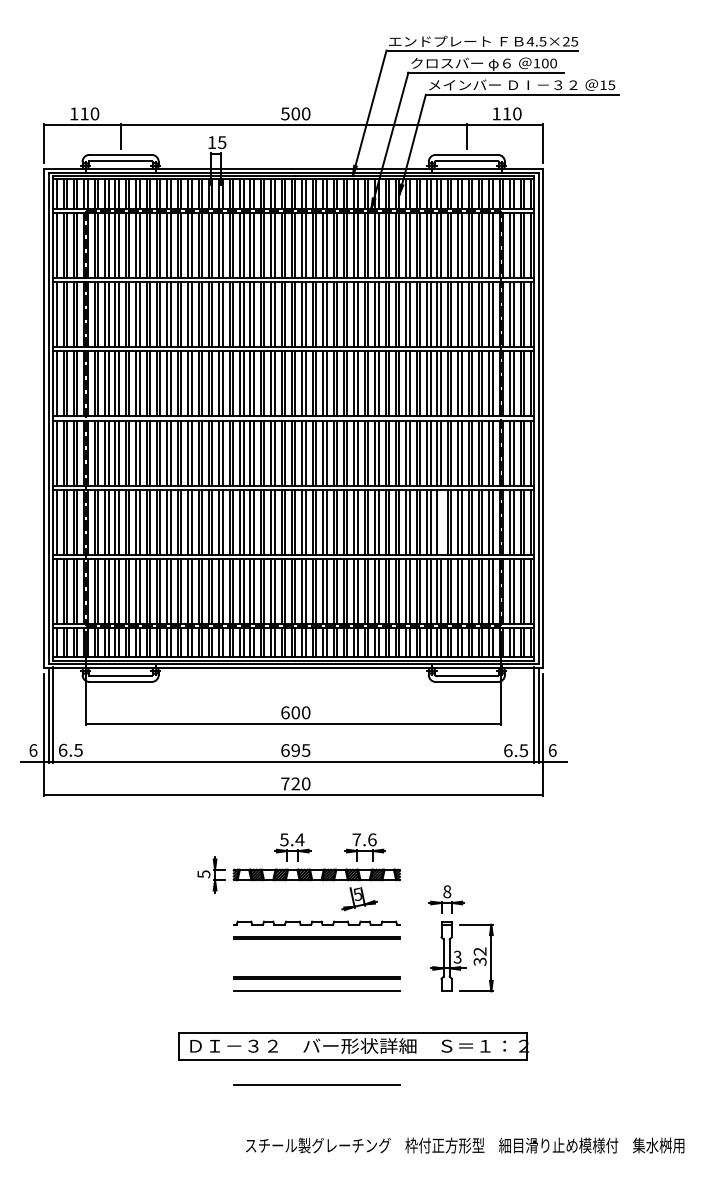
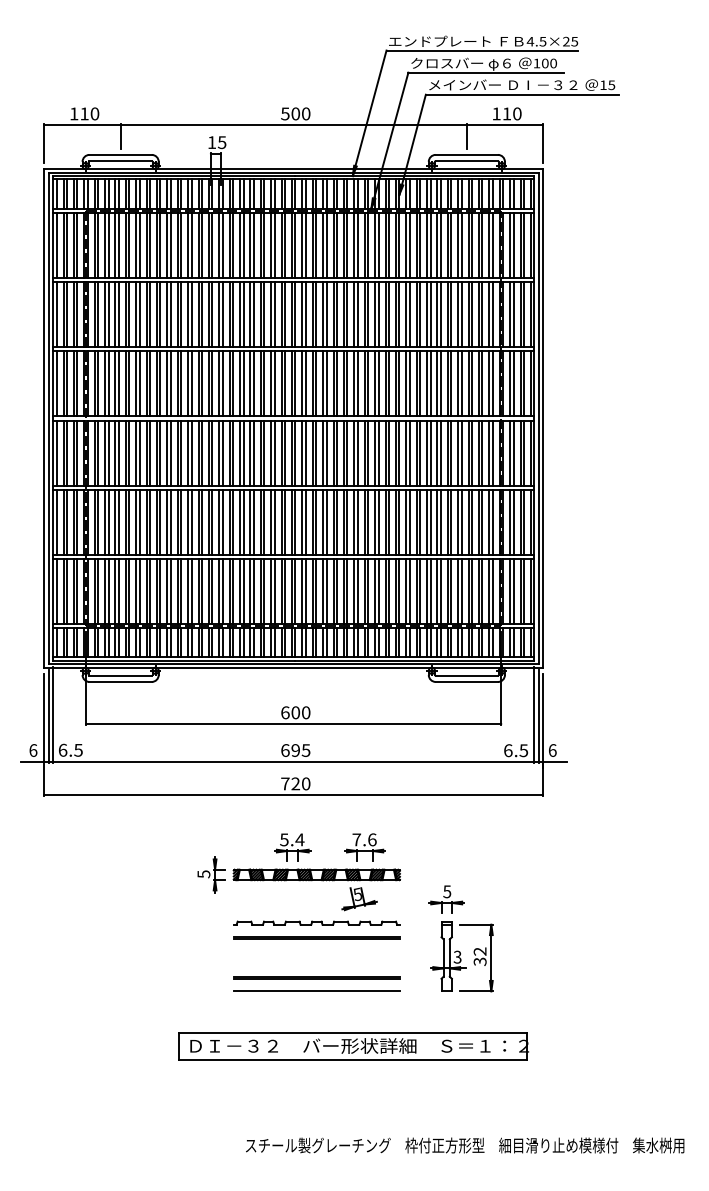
line at (440, 521): none -> present
text at (447, 891): 8 -> 5
line at (316, 1084): present -> none
